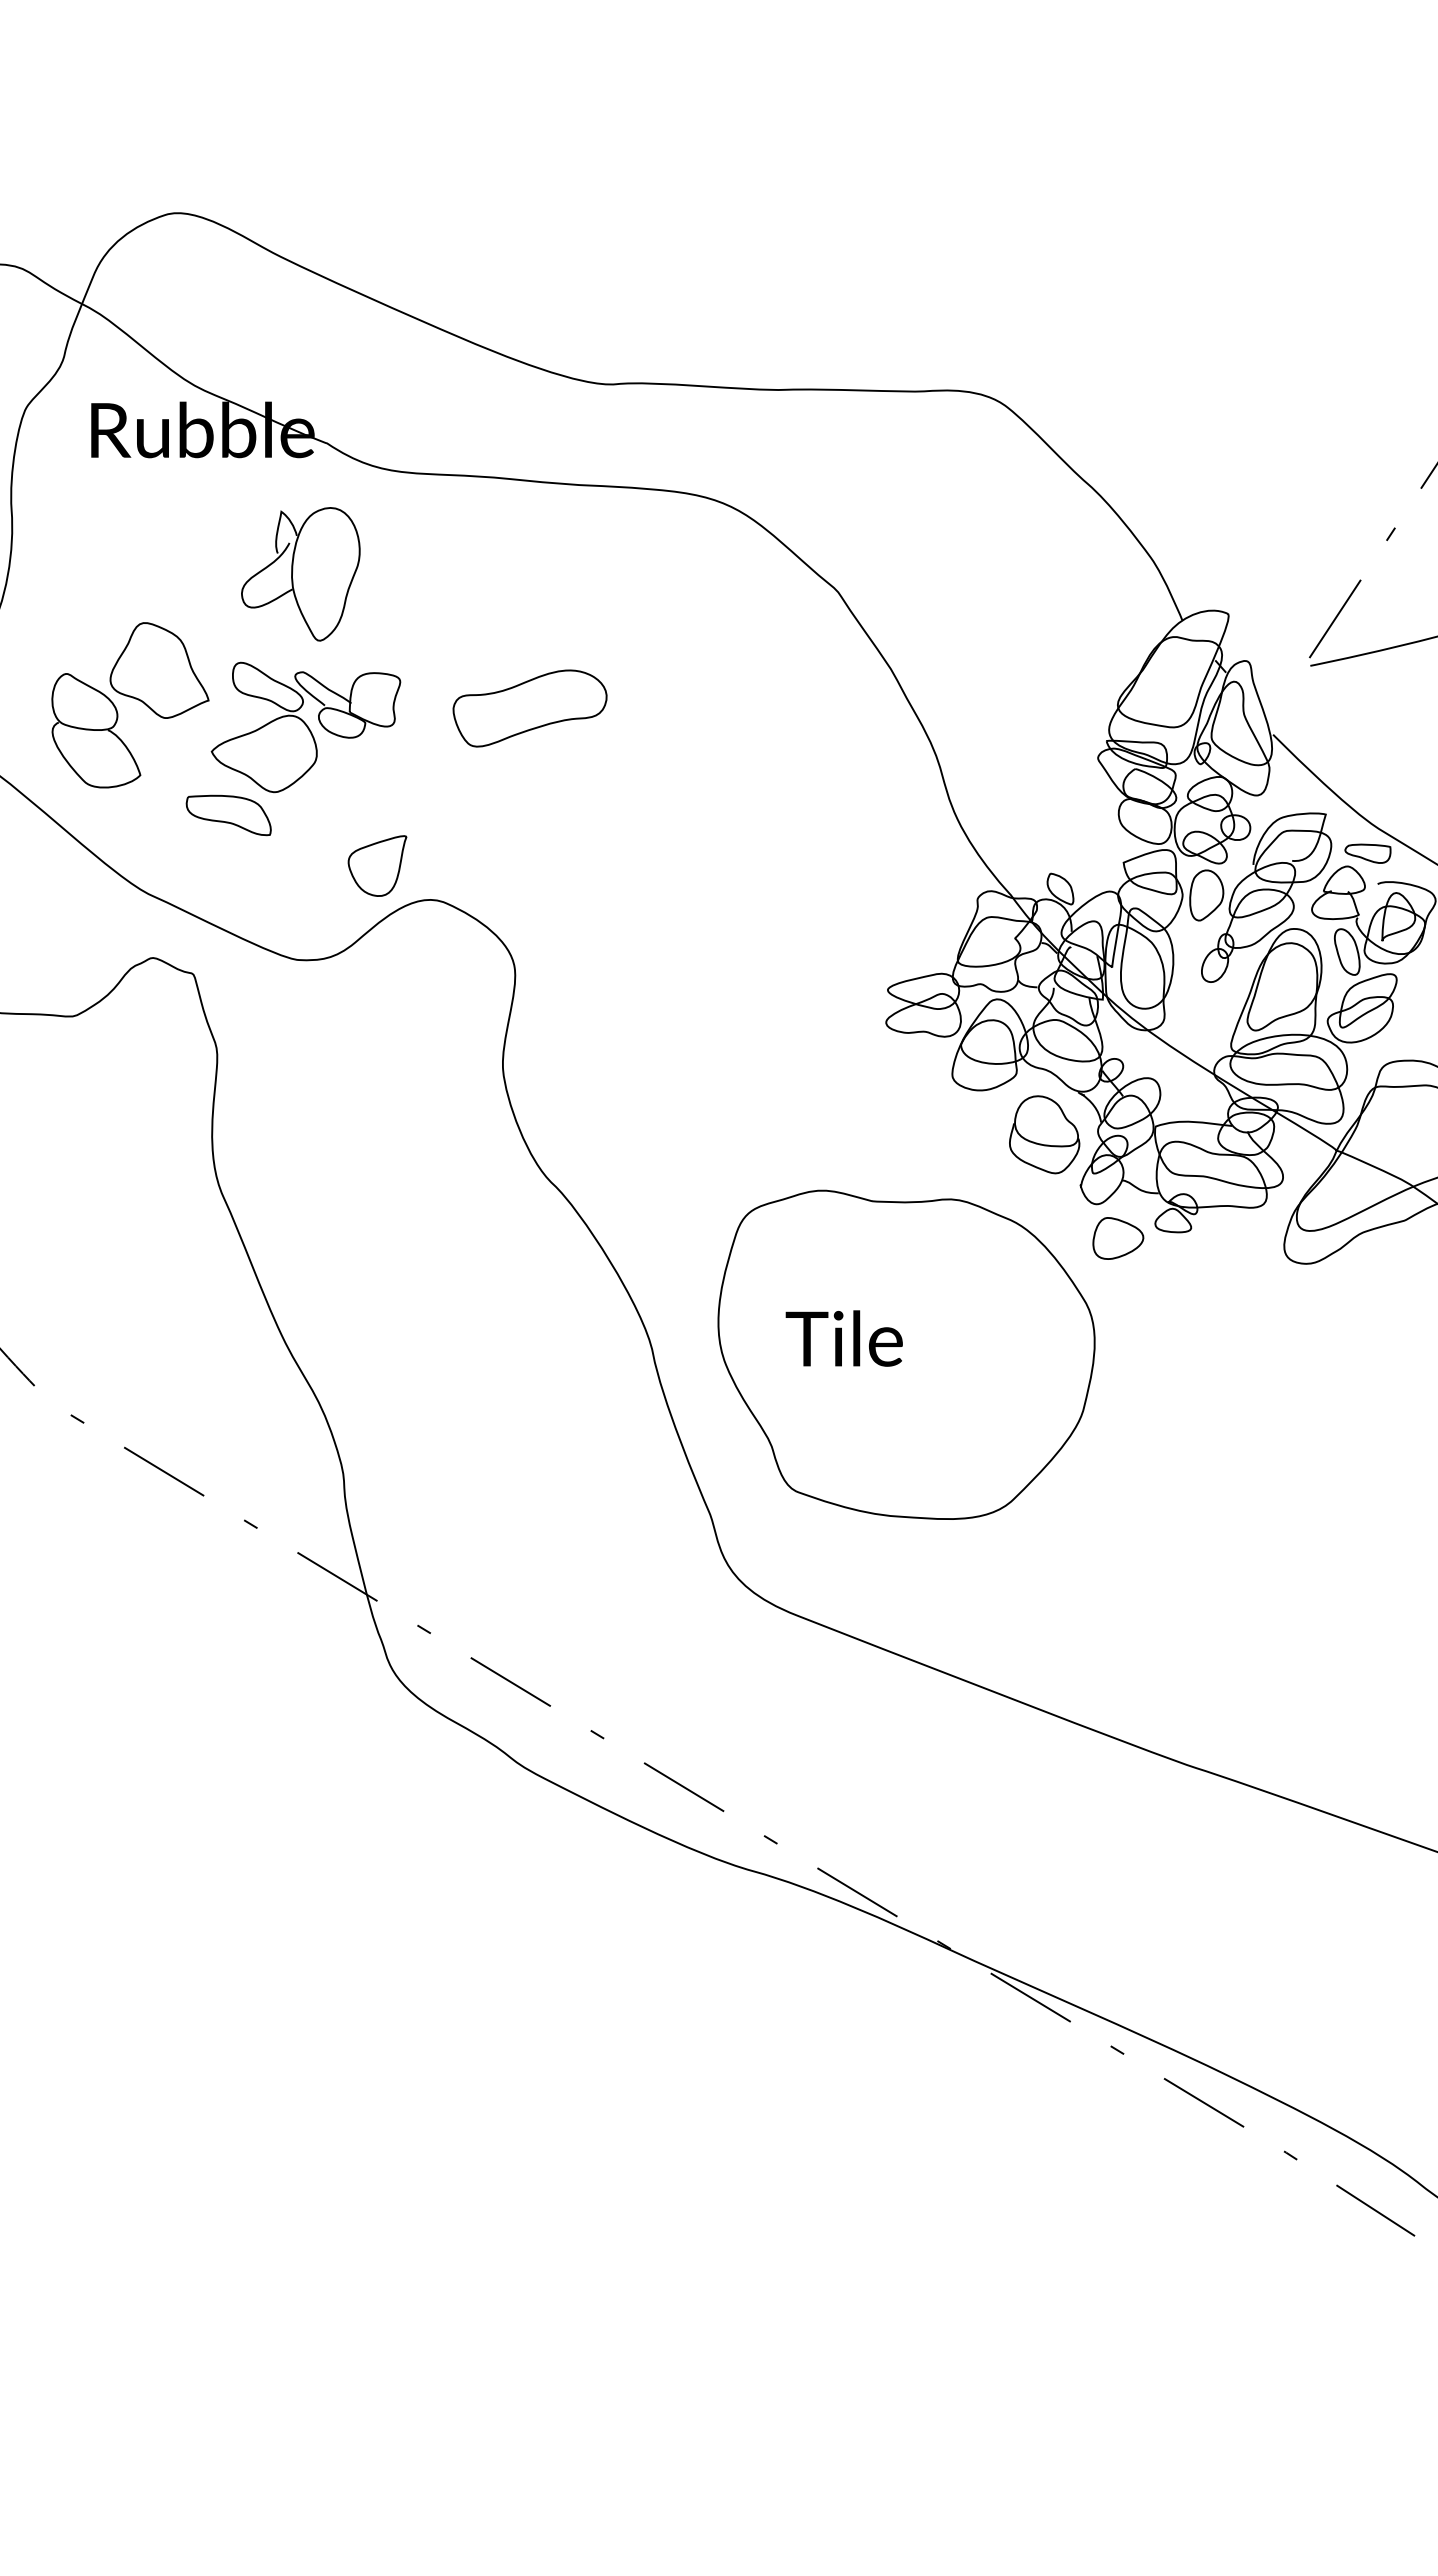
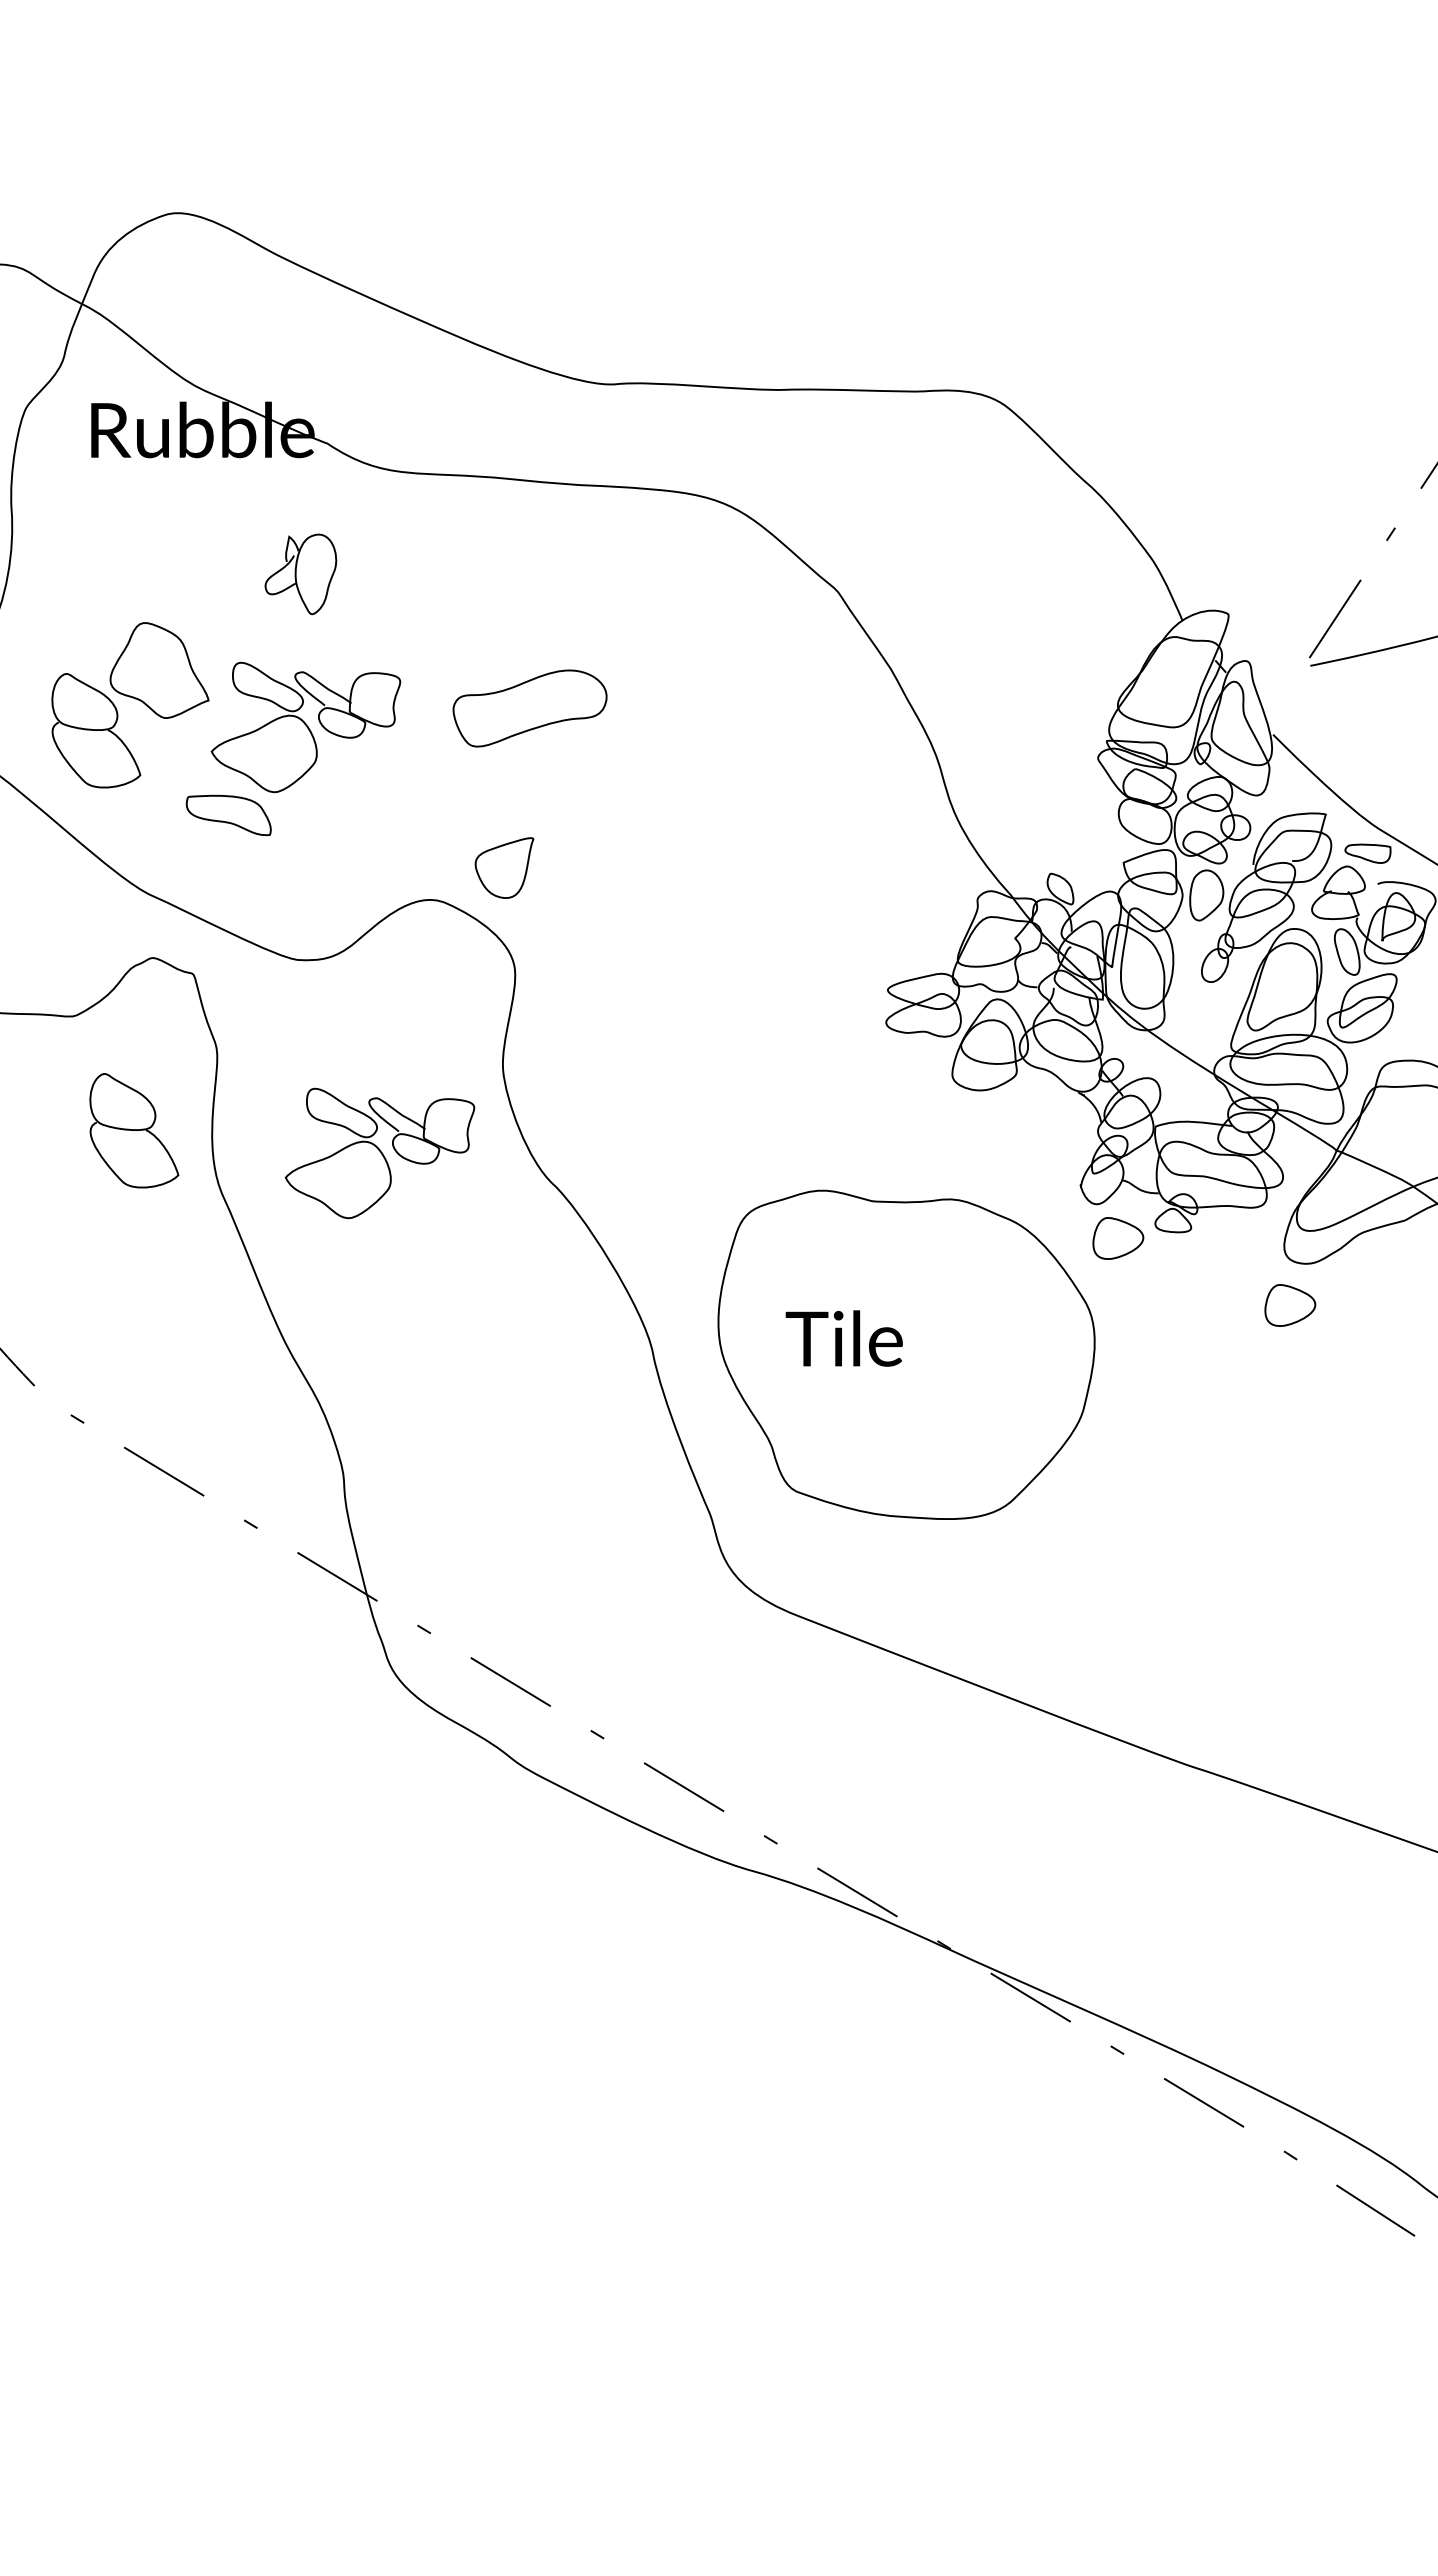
part at (300, 574) size: 120x135 px -> 74x83 px
part at (377, 865) position: (377, 865) -> (504, 867)
part at (134, 1130): none -> present
part at (1044, 1134): present -> none
part at (379, 1153): none -> present
part at (1290, 1305): none -> present
